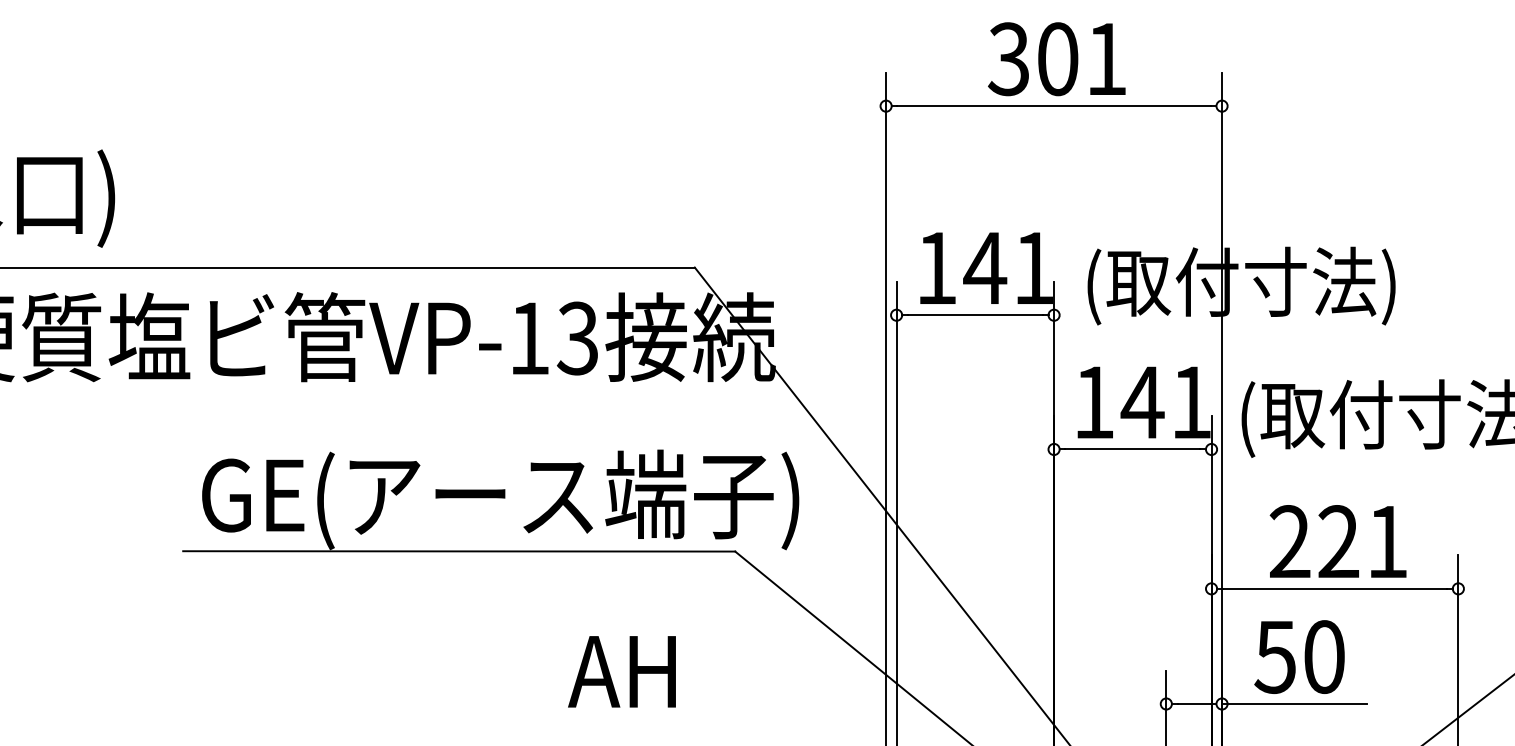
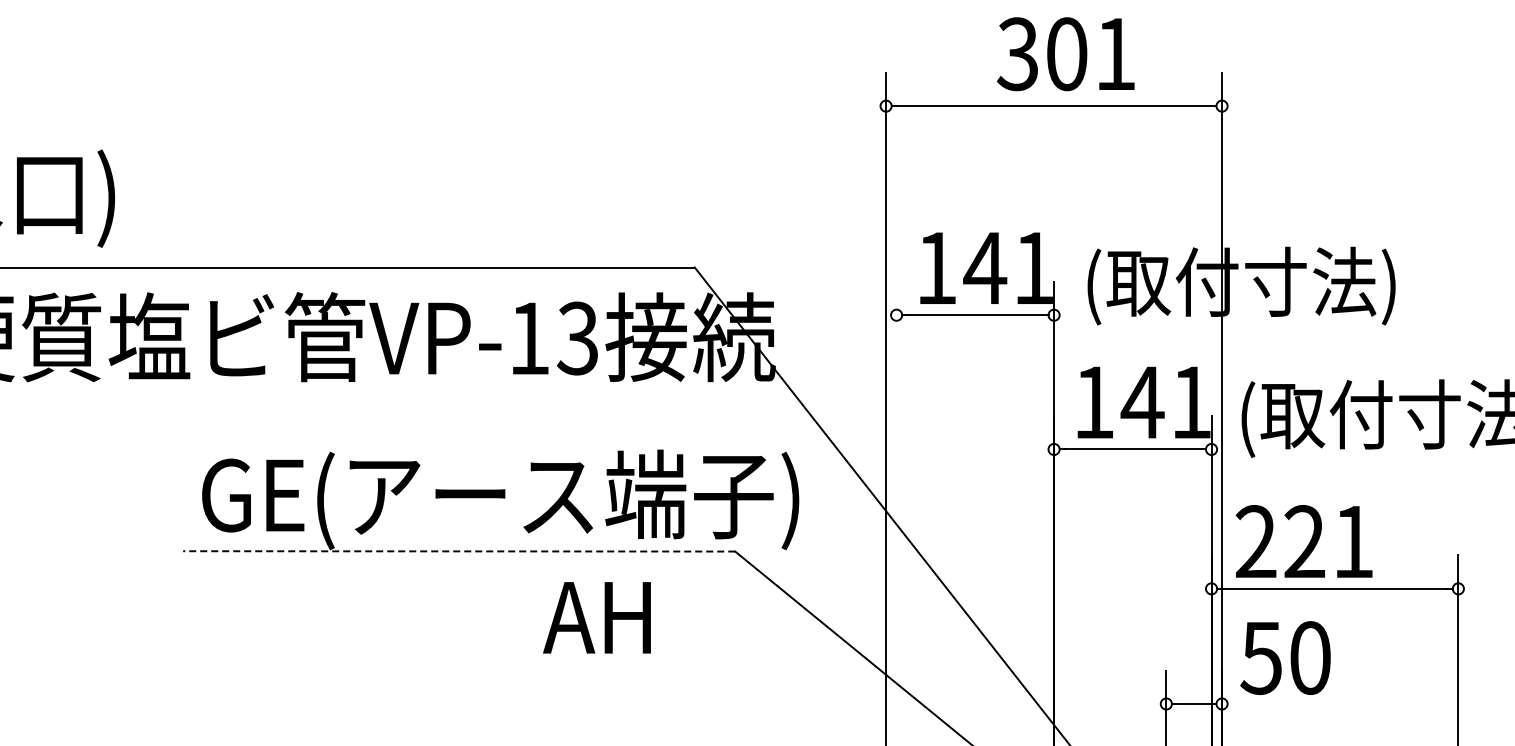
text at (1056, 59) position: (1056, 59) -> (1065, 54)
line at (896, 511): present -> none
text at (1337, 541) position: (1337, 541) -> (1303, 541)
line at (458, 551): solid -> dashed
text at (1299, 656) position: (1299, 656) -> (1285, 657)
text at (621, 671) position: (621, 671) -> (596, 617)
line at (1294, 704): present -> none
line at (1468, 709): present -> none
